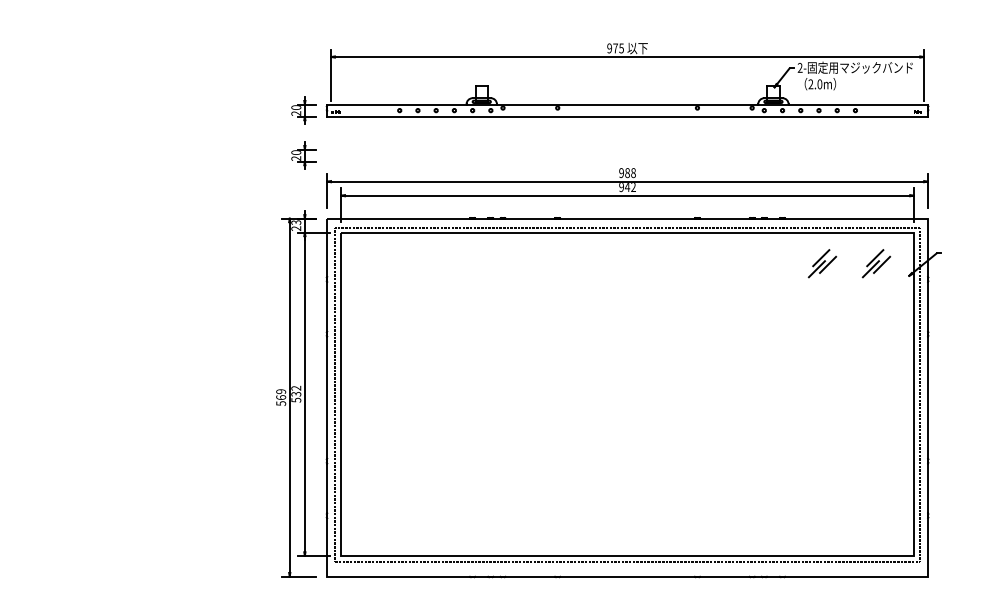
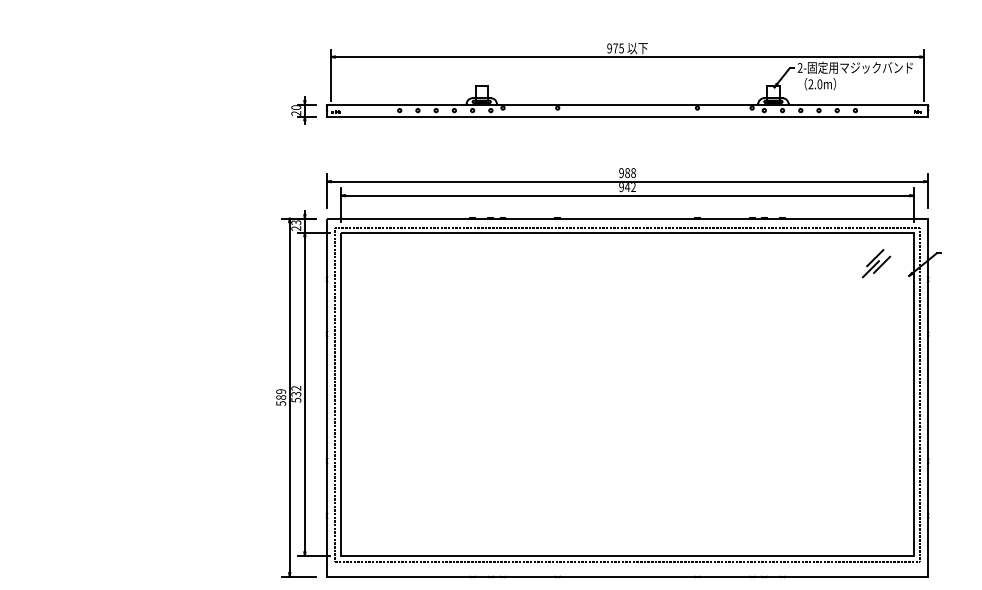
part at (303, 155): present -> none
part at (822, 263): present -> none
text at (280, 397): 569 -> 589
